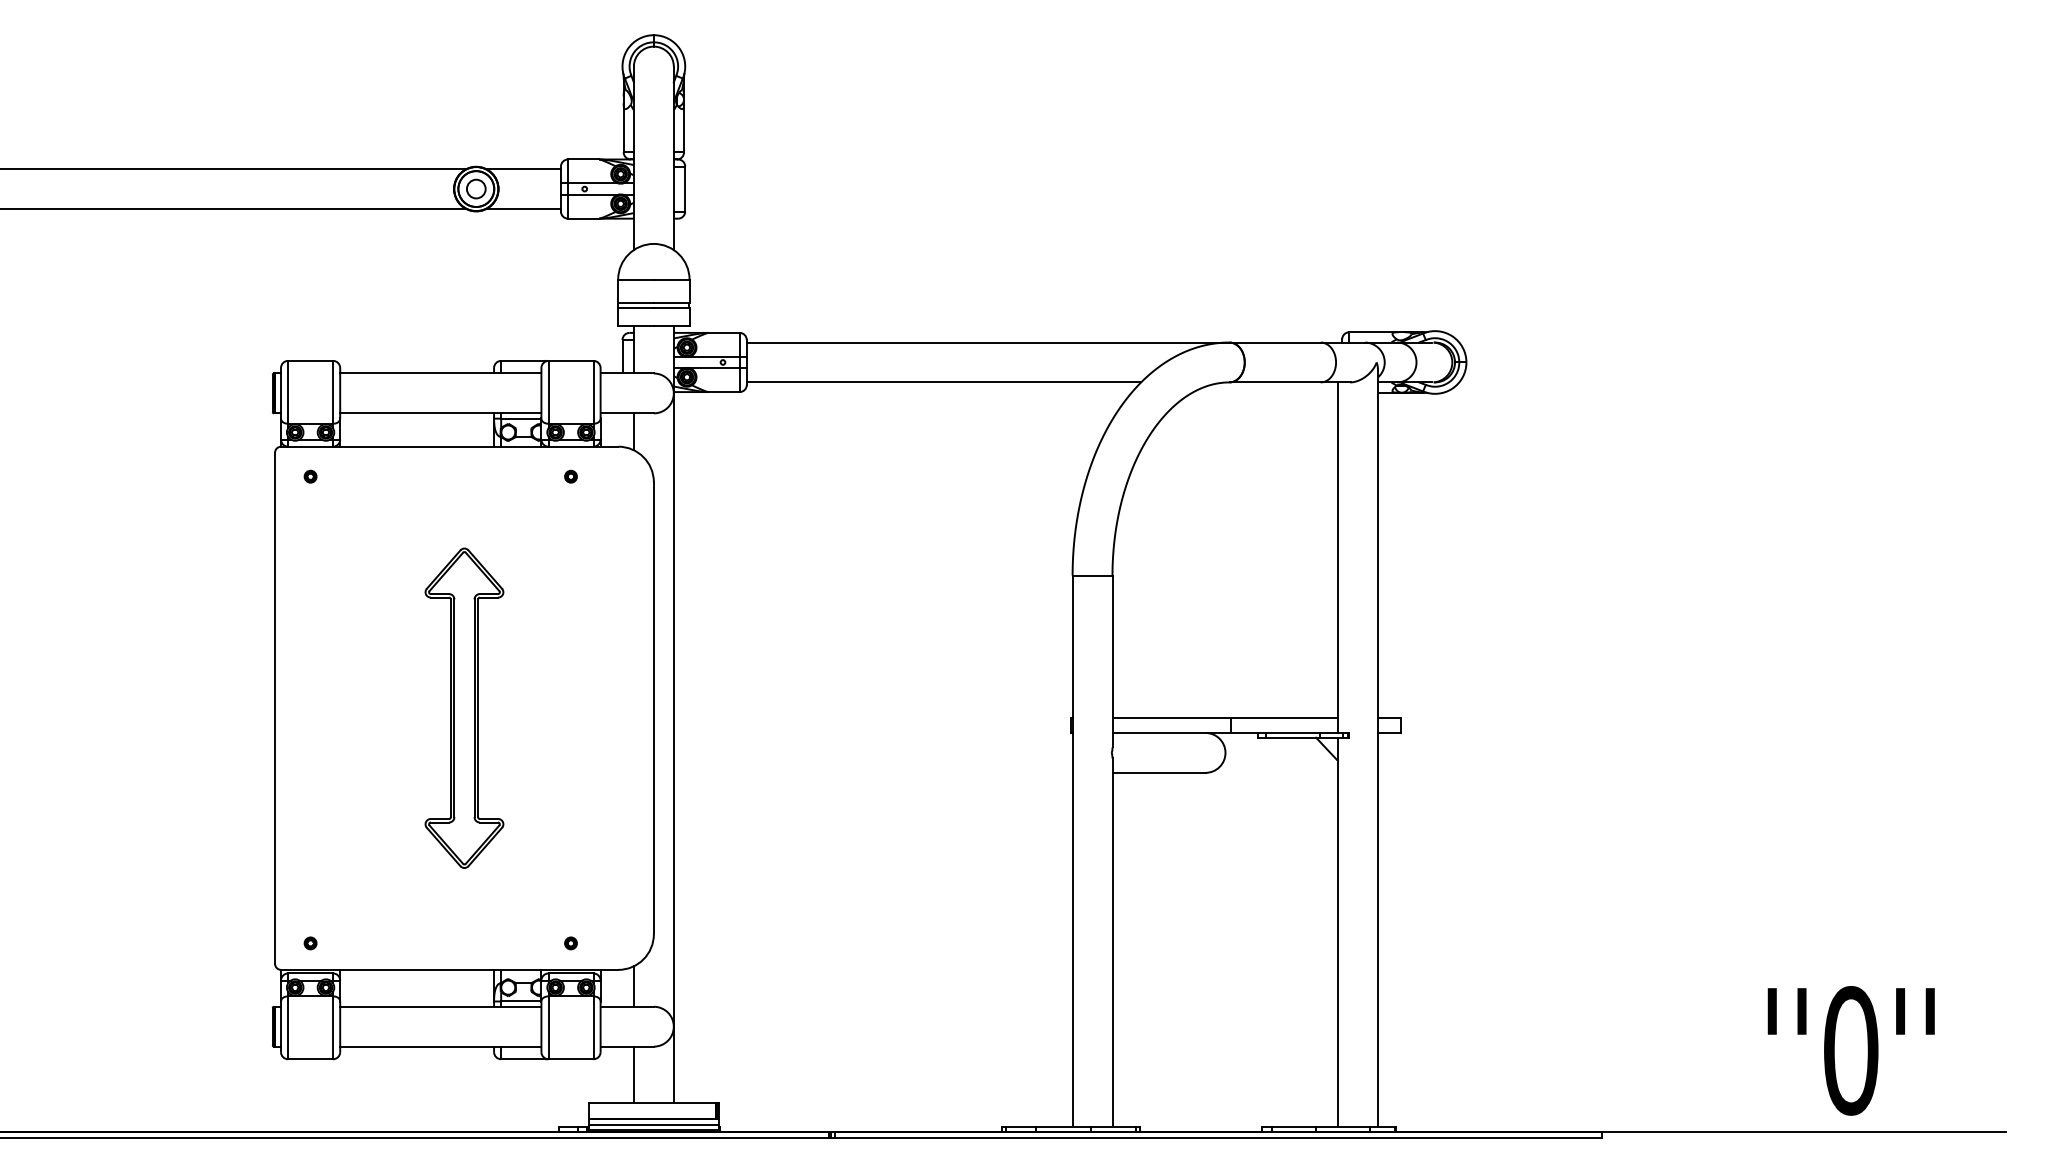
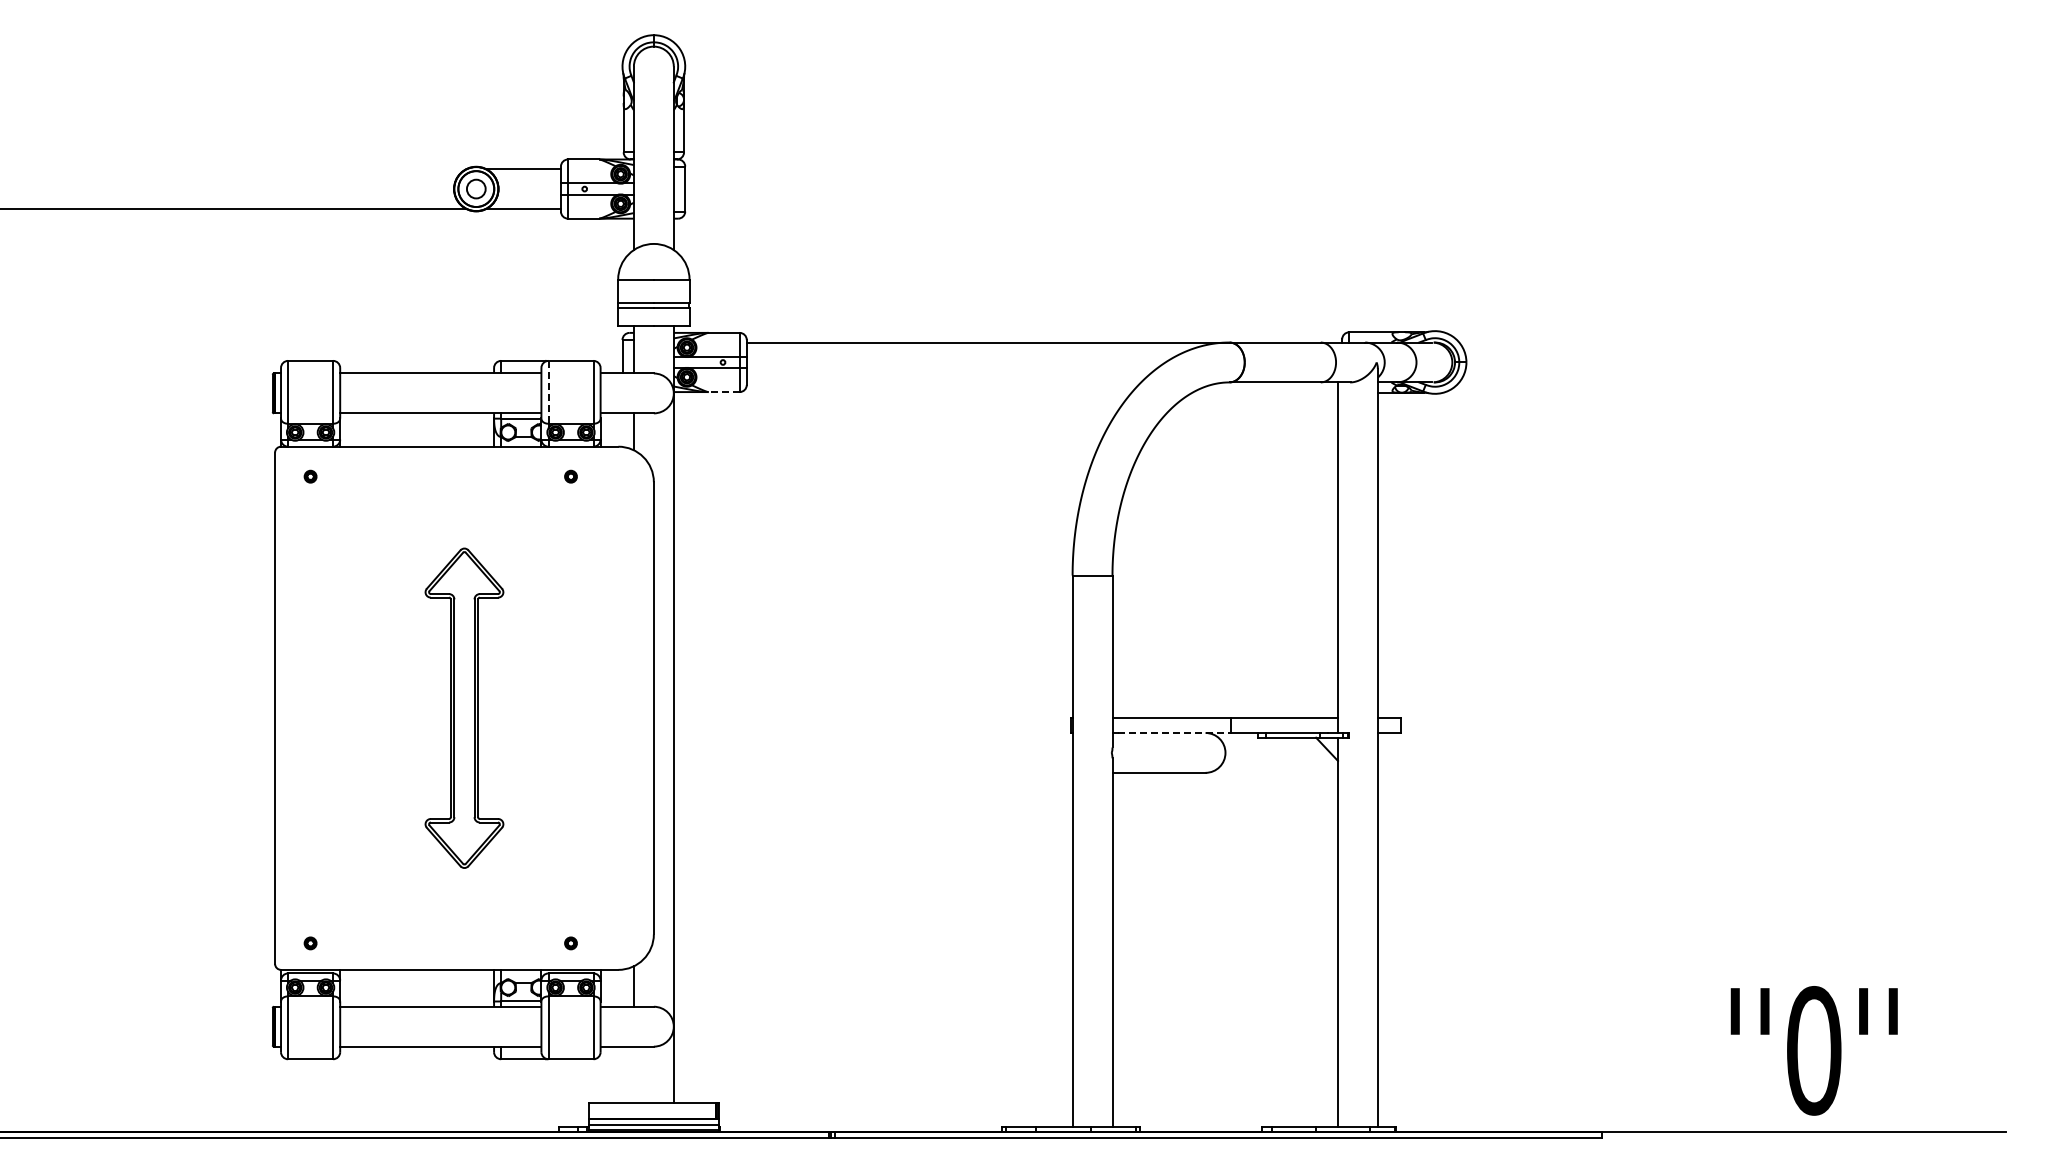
line at (234, 169): present -> none
line at (943, 382): present -> none
line at (548, 392): solid -> dashed
line at (724, 392): solid -> dashed
line at (1174, 732): solid -> dashed
text at (1850, 1050) position: (1850, 1050) -> (1813, 1050)
line at (633, 1074): present -> none
